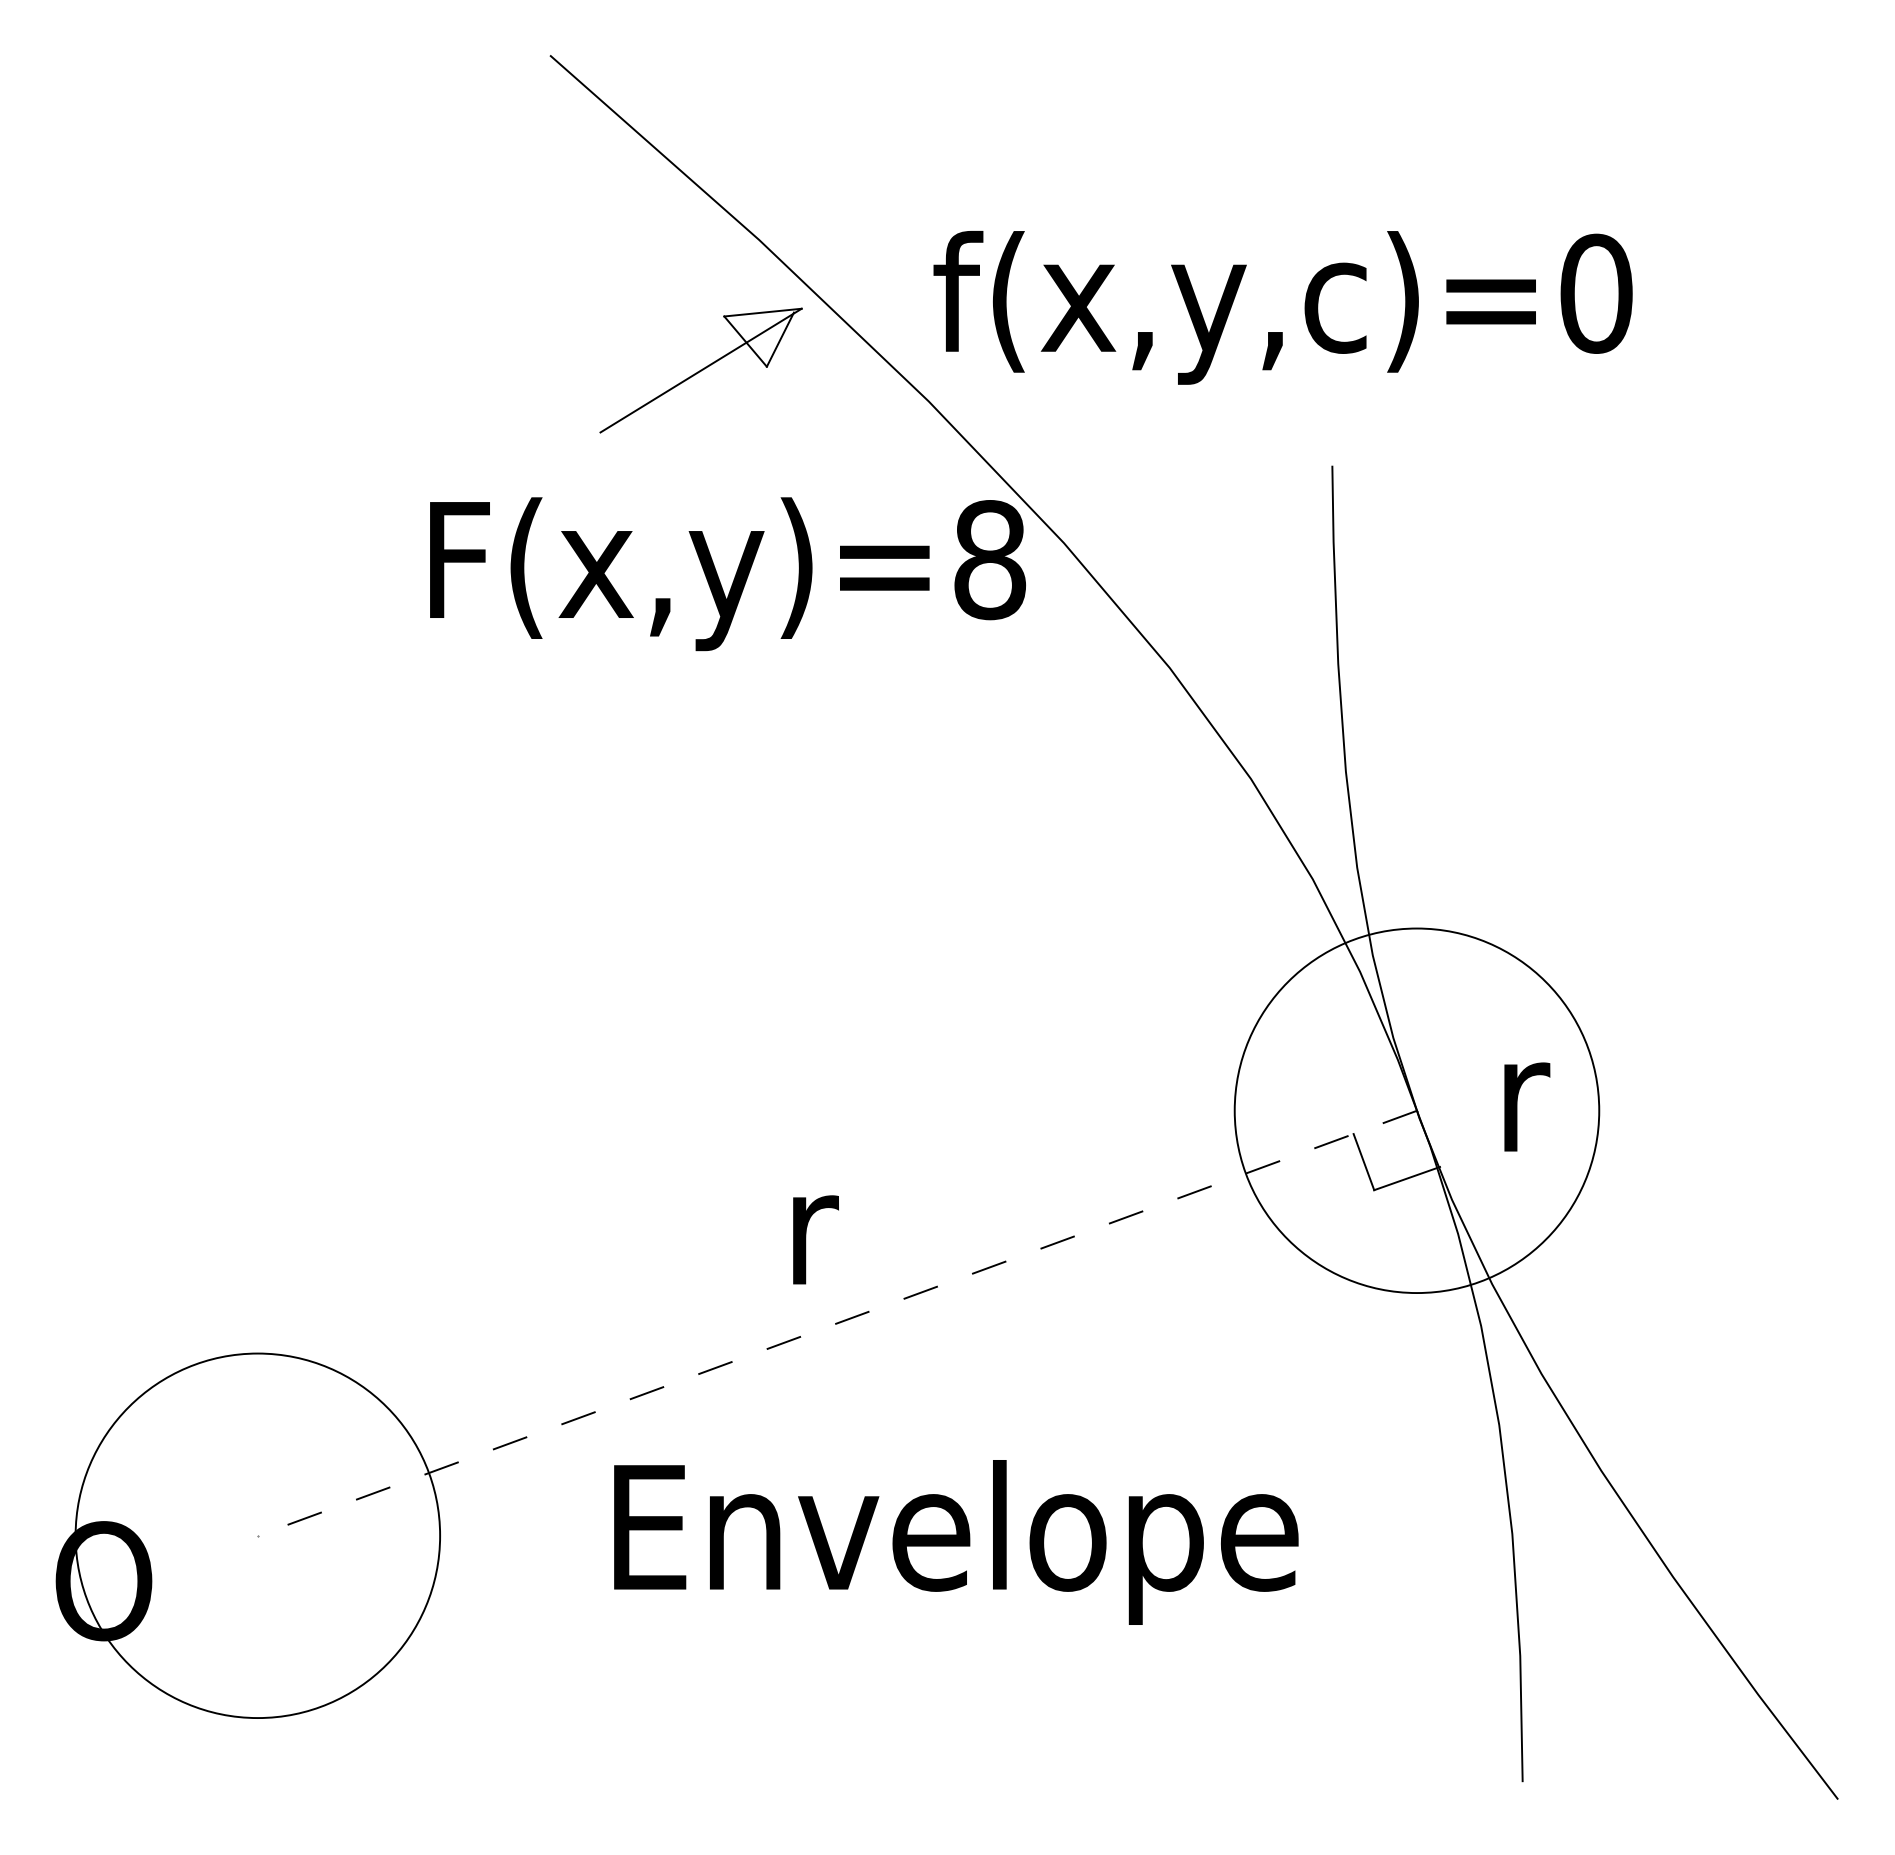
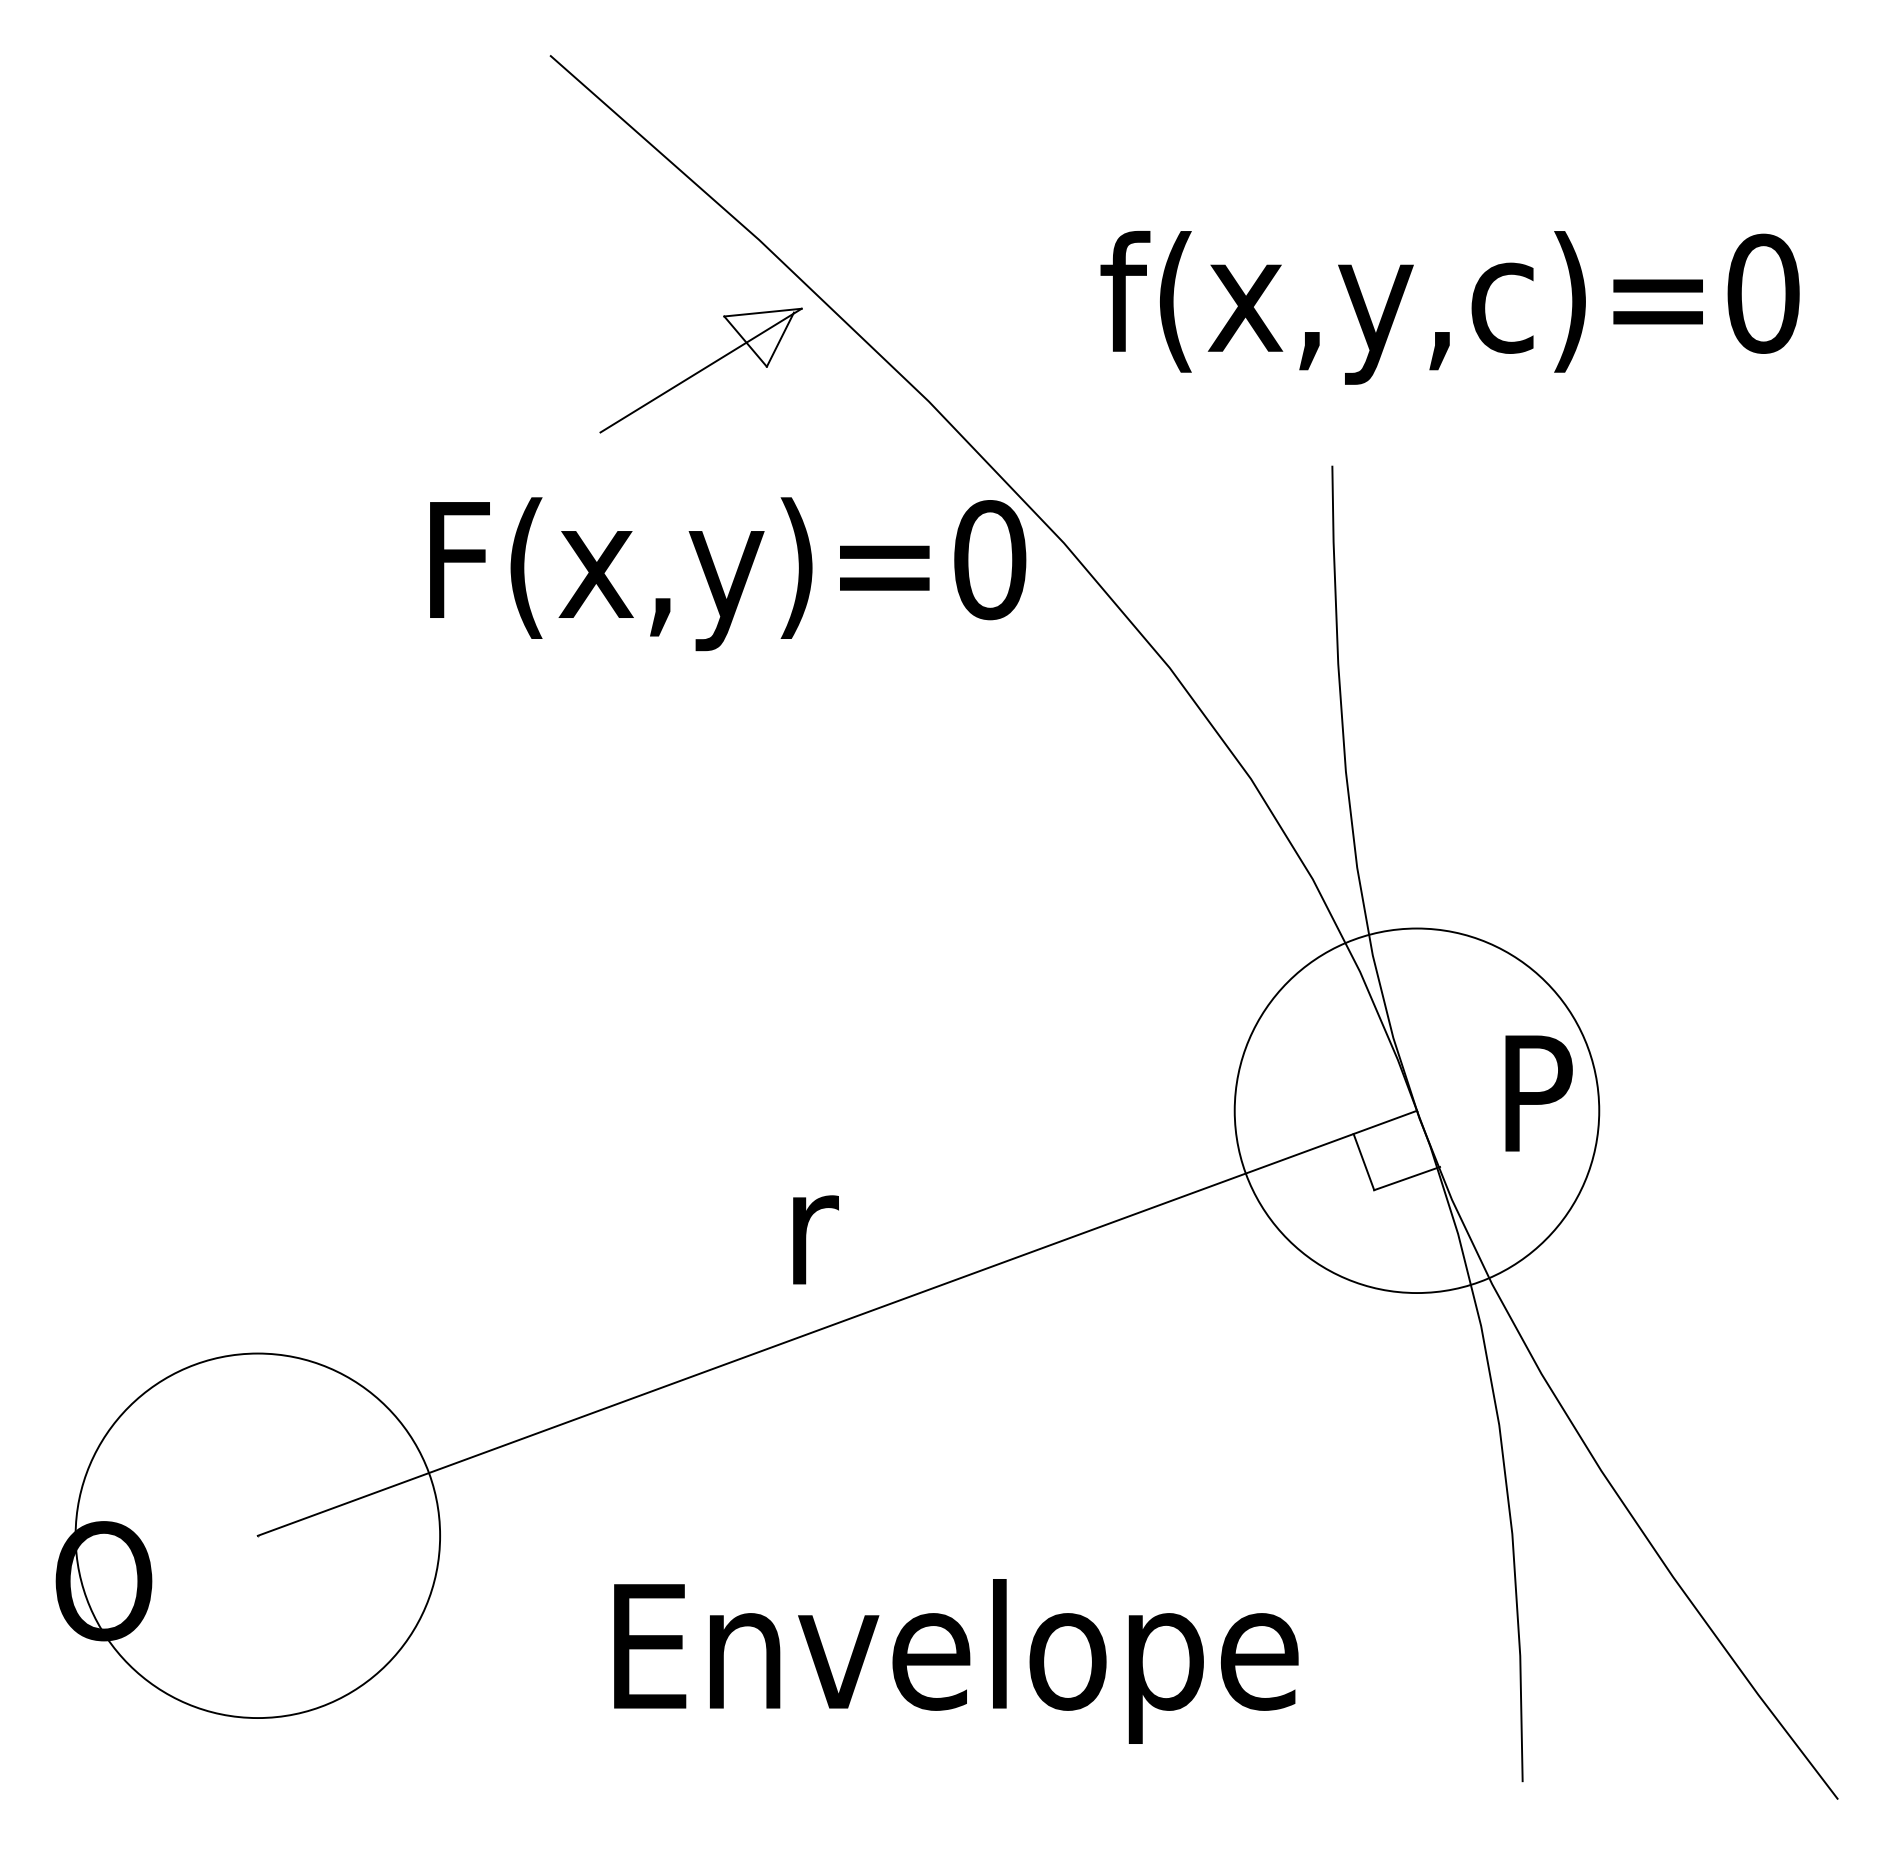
text at (1282, 307) position: (1282, 307) -> (1449, 307)
text at (990, 560): F(x,y)=8 -> F(x,y)=0
text at (1538, 1093): r -> P
line at (836, 1323): dashed -> solid
text at (956, 1542) position: (956, 1542) -> (956, 1661)
